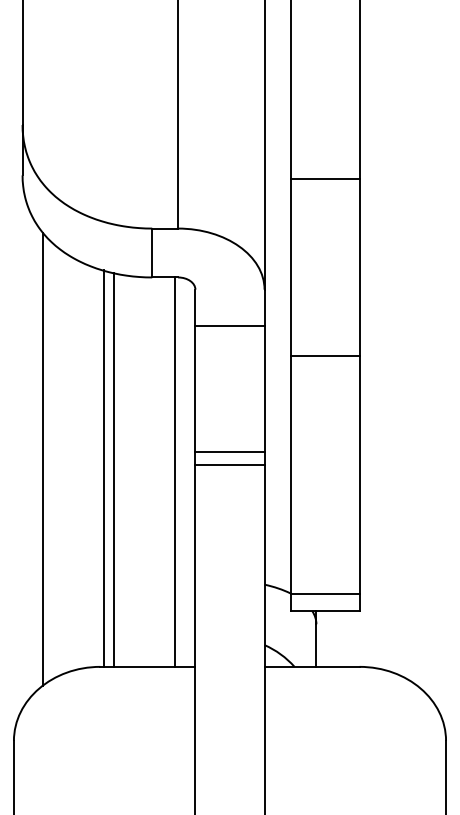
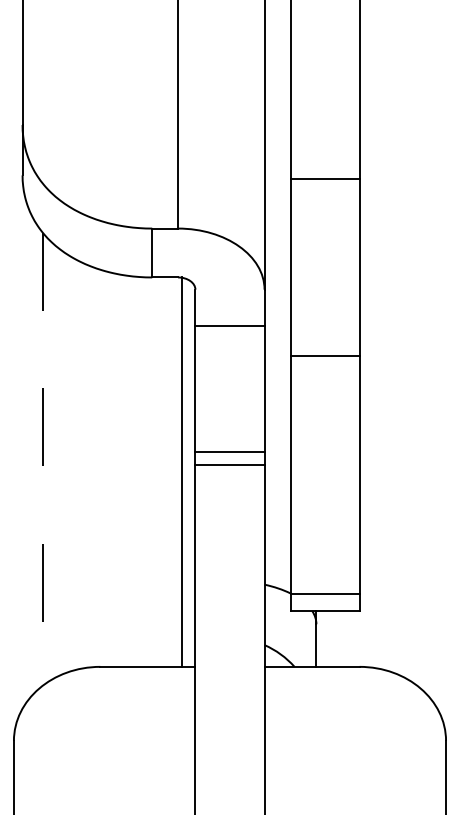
line at (42, 459): solid -> dashed
line at (104, 468): present -> none
line at (113, 469): present -> none
line at (175, 471) position: (175, 471) -> (182, 471)
